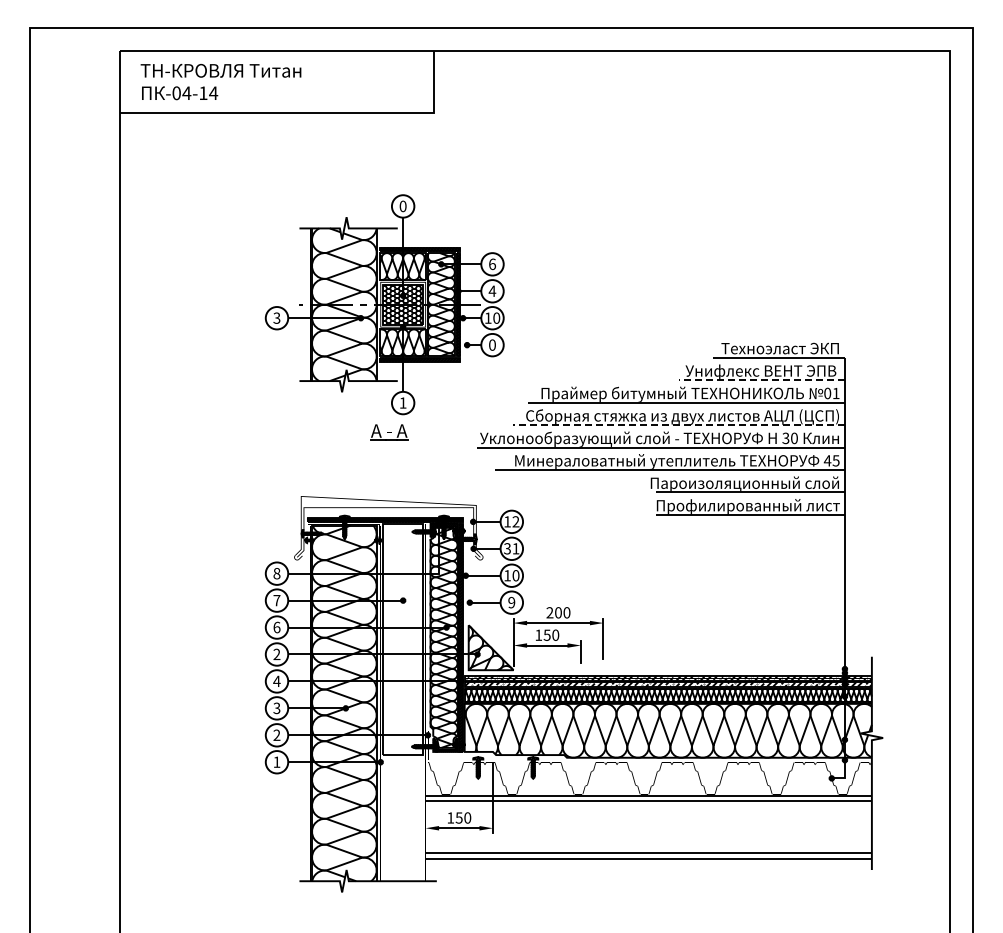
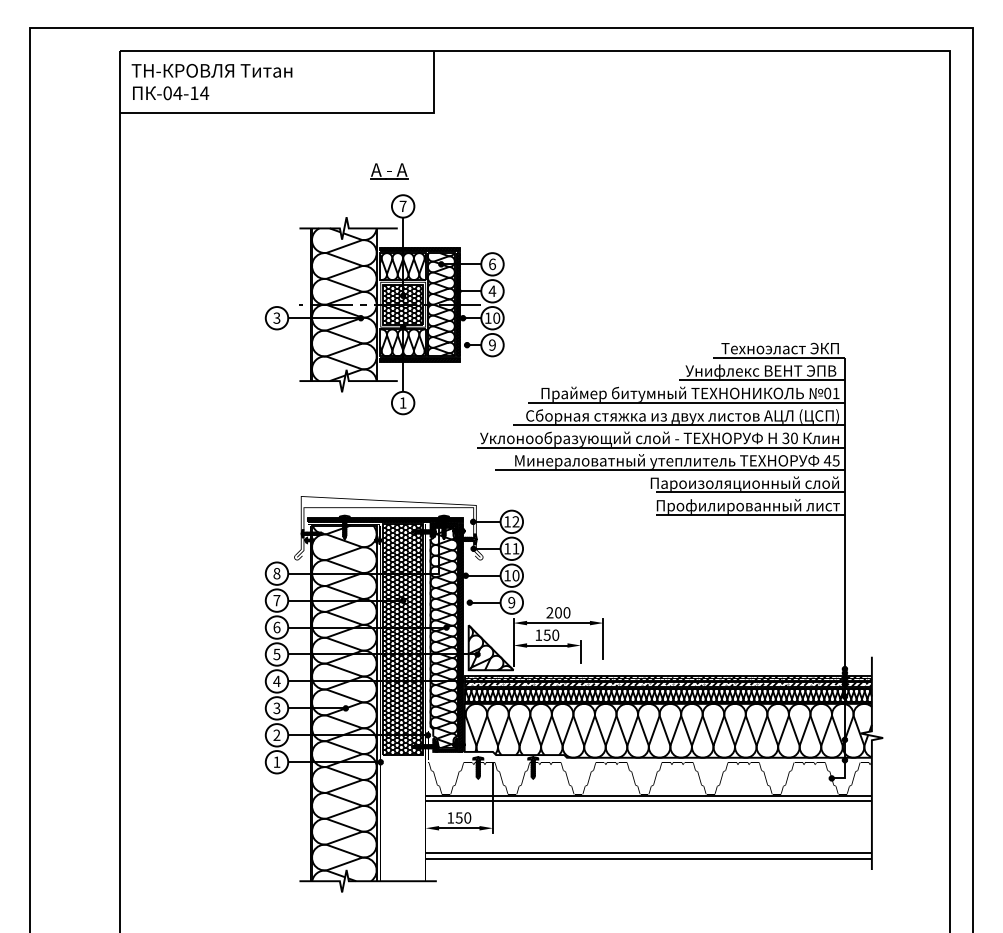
text at (220, 82) position: (220, 82) -> (211, 82)
text at (402, 206): 0 -> 7
text at (492, 344): 0 -> 9
line at (761, 380): dashed -> solid
line at (678, 425): dashed -> solid
part at (389, 432) position: (389, 432) -> (389, 171)
text at (507, 548): 31 -> 11
hatch at (402, 639): none -> present
text at (276, 654): 2 -> 5
